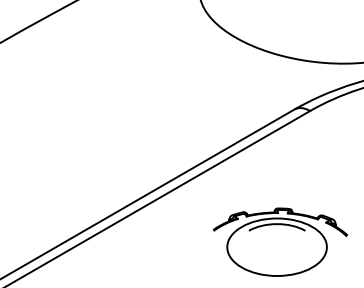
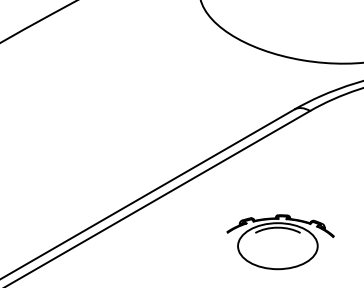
part at (280, 241) size: 136x70 px -> 109x57 px
